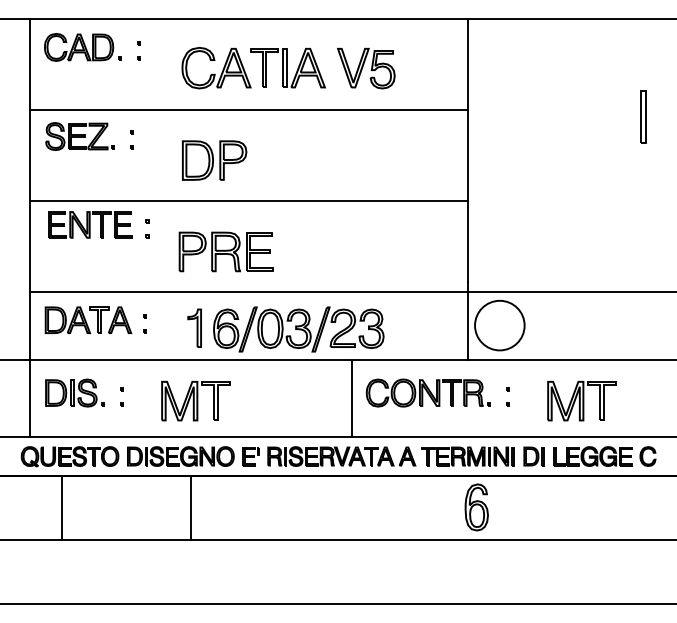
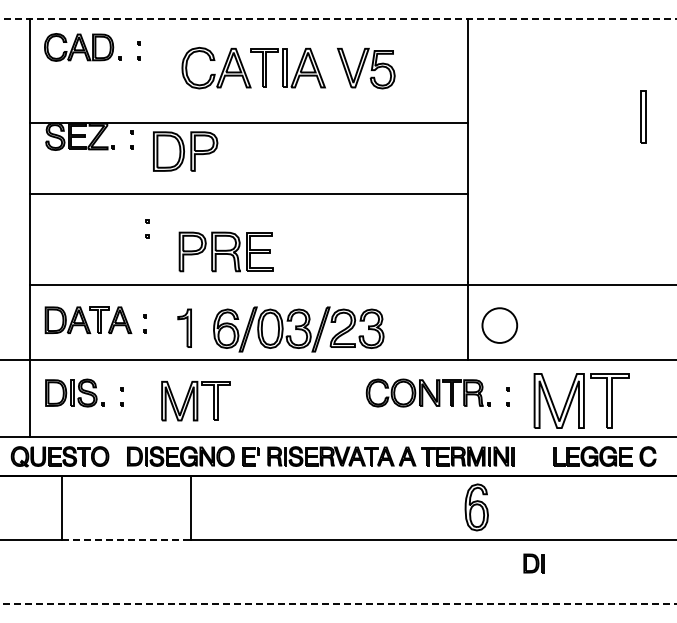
line at (338, 18): solid -> dashed
line at (249, 109) position: (249, 109) -> (249, 122)
part at (214, 160) position: (214, 160) -> (185, 151)
line at (249, 200) position: (249, 200) -> (249, 193)
part at (90, 224): present -> none
line at (351, 291) position: (351, 291) -> (351, 284)
circle at (499, 325) diameter: 50 px -> 35 px
part at (194, 327) position: (194, 327) -> (184, 327)
line at (352, 398): present -> none
part at (581, 401) size: 70x41 px -> 97x56 px
part at (69, 456) position: (69, 456) -> (59, 456)
part at (533, 456) position: (533, 456) -> (533, 563)
line at (127, 539): solid -> dashed
line at (338, 604): solid -> dashed
